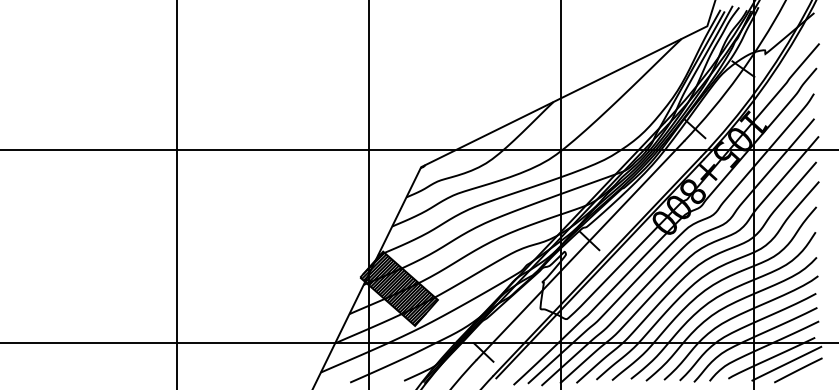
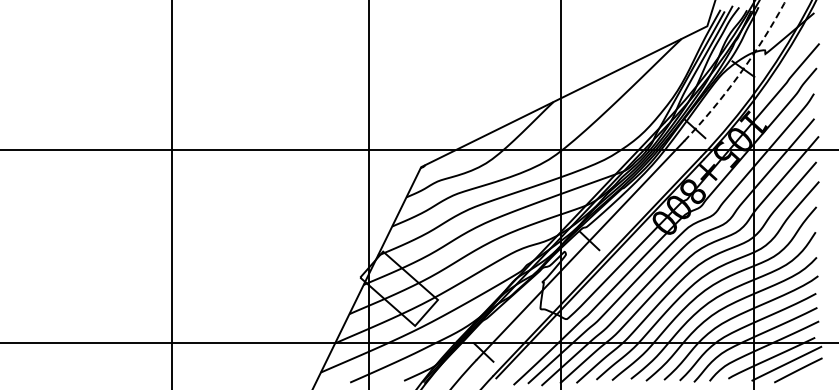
arc at (739, 73): solid -> dashed
line at (176, 194) position: (176, 194) -> (171, 194)
hatch at (399, 288): present -> none
